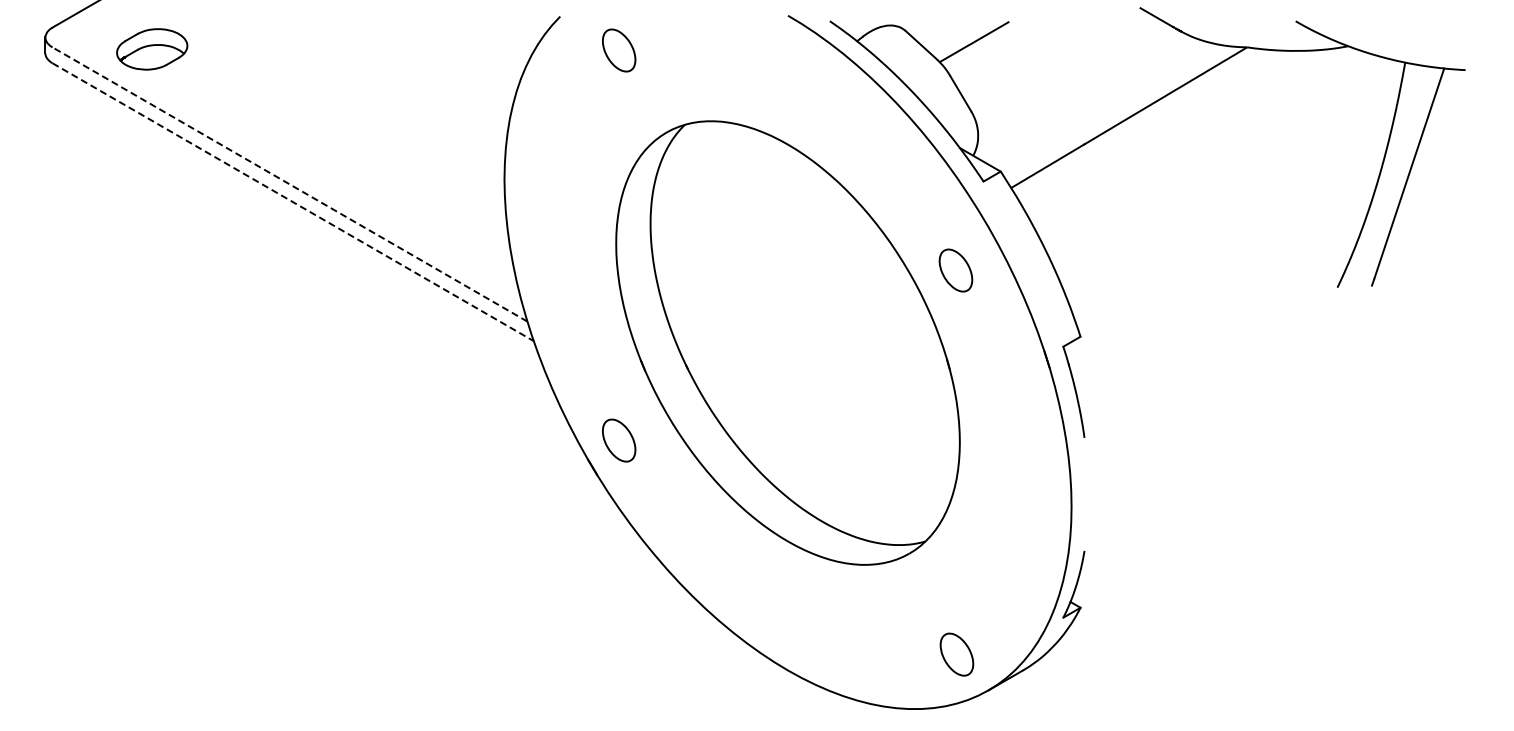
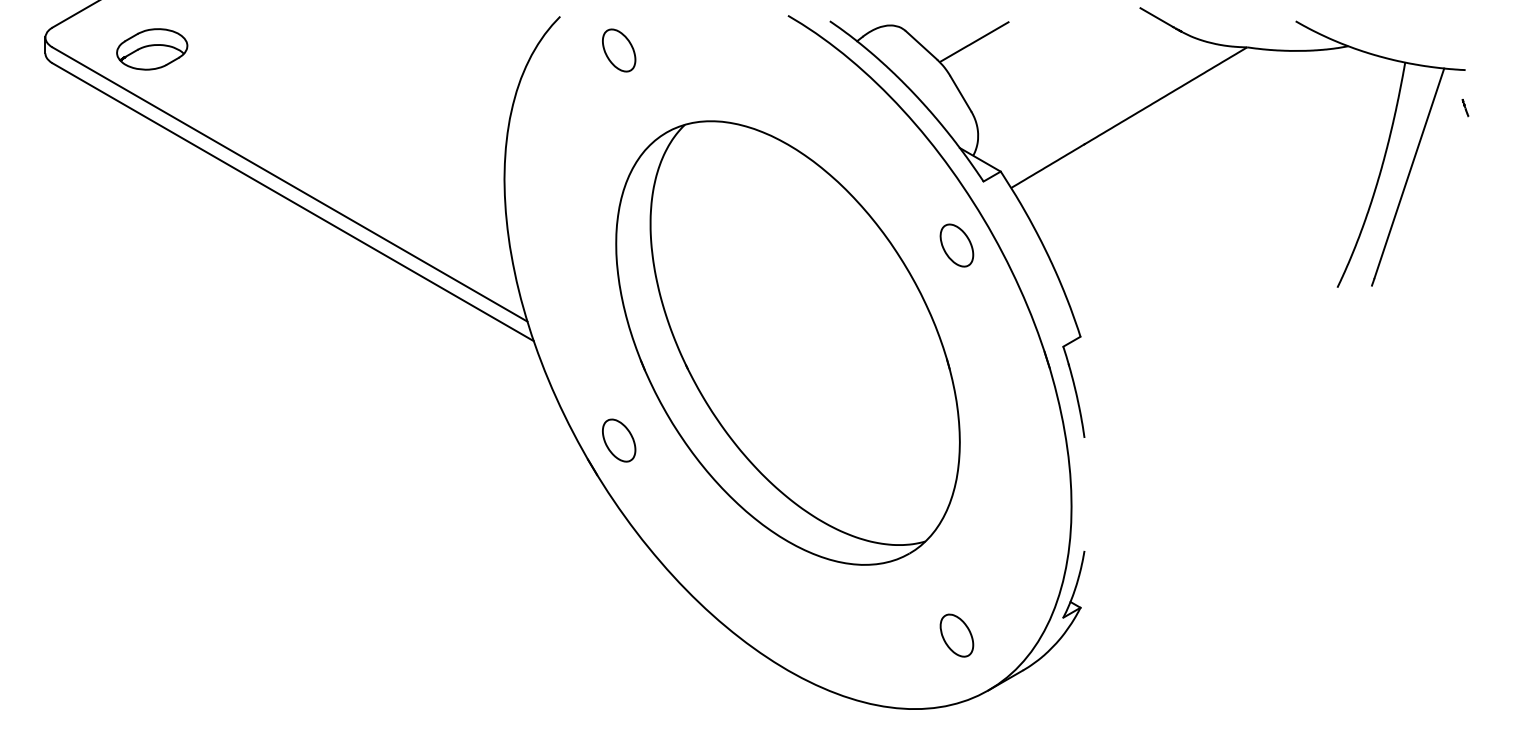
line at (1465, 108): none -> present
line at (289, 184): dashed -> solid
line at (293, 202): dashed -> solid
part at (955, 270) position: (955, 270) -> (956, 245)
part at (956, 654) position: (956, 654) -> (956, 635)
